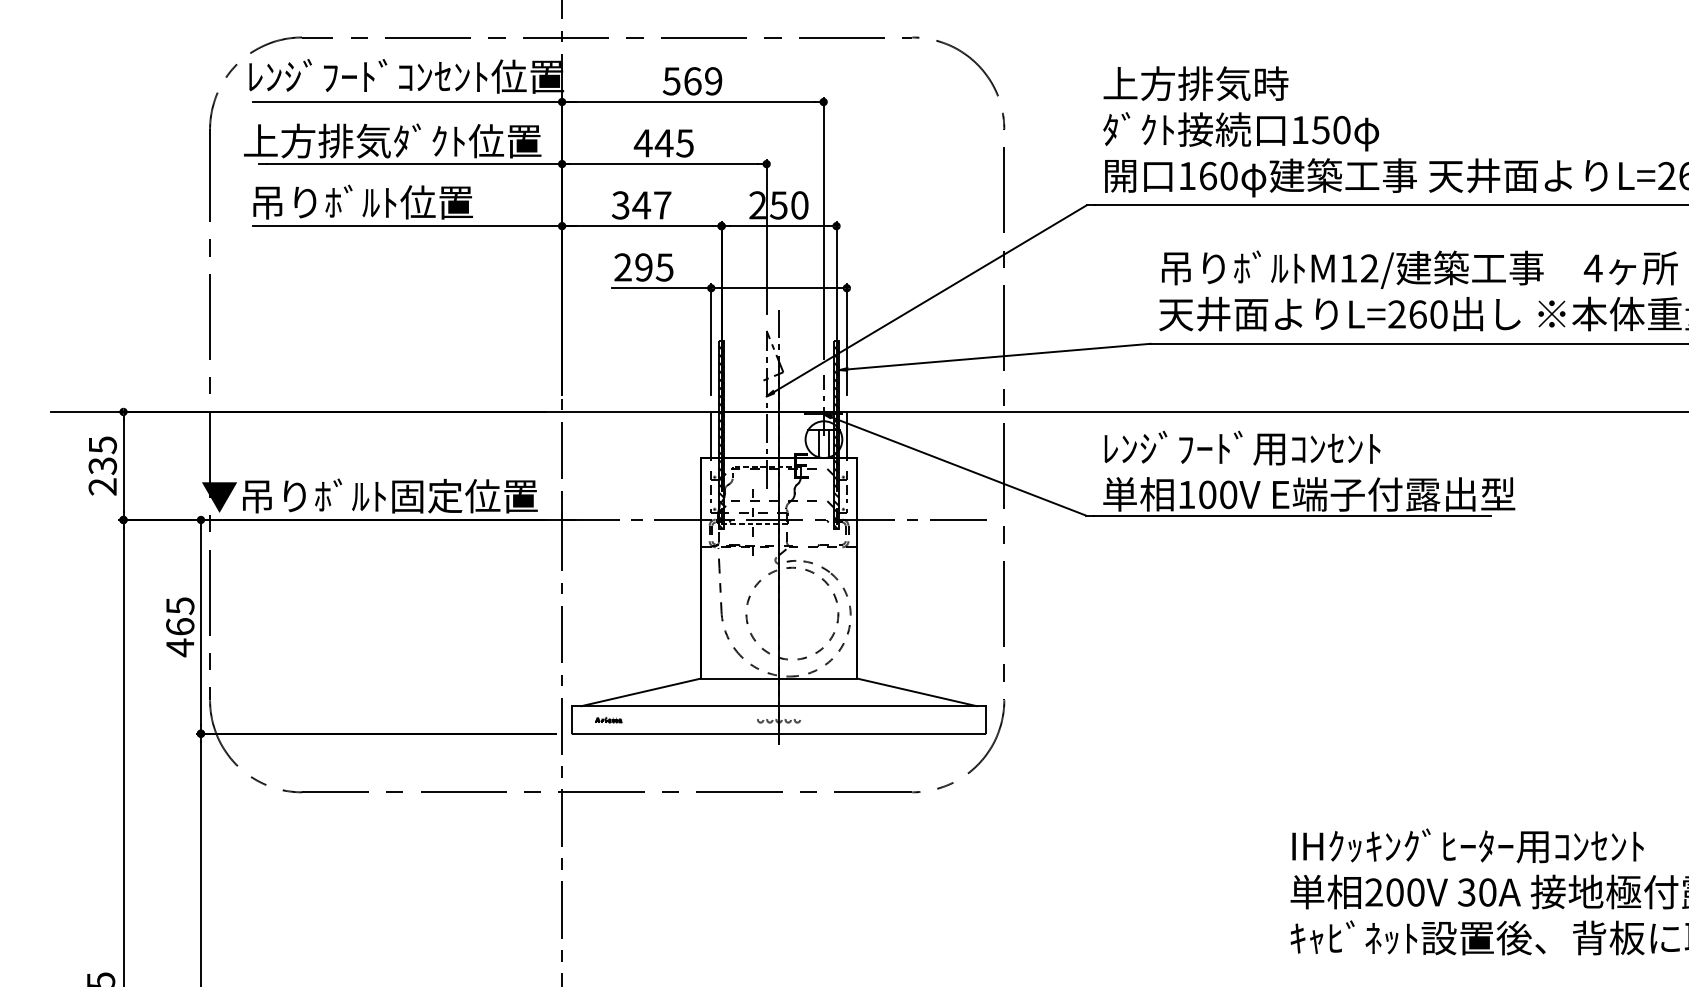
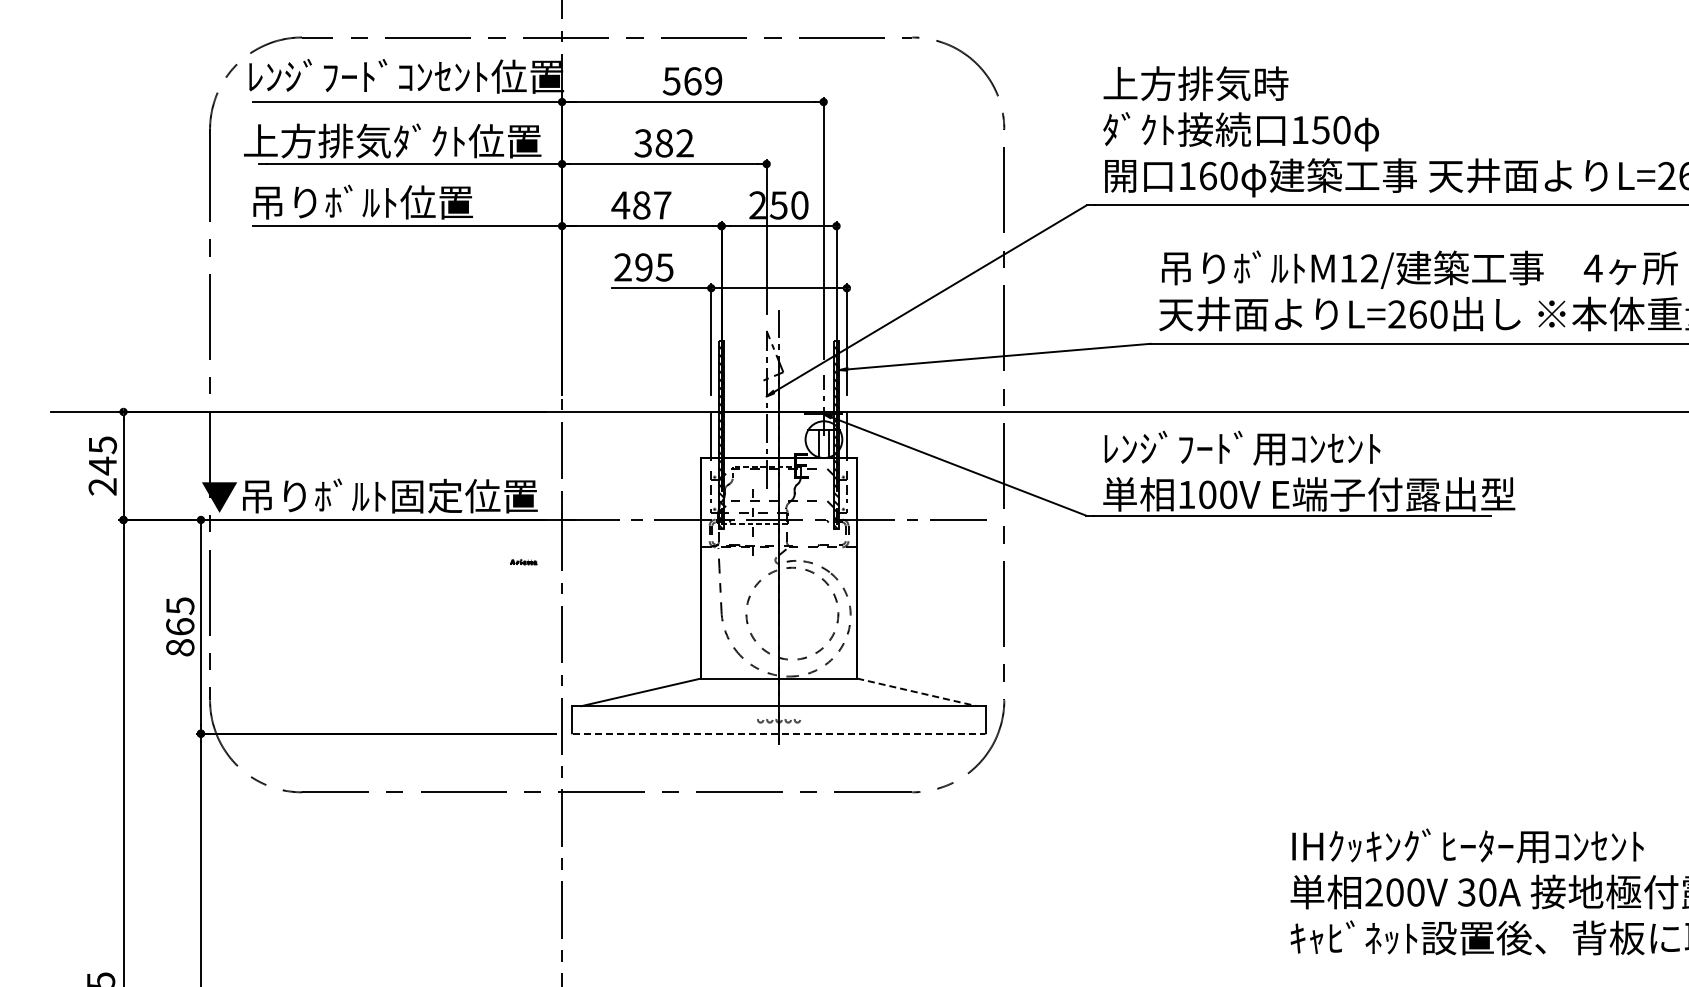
text at (663, 143): 445 -> 382
text at (631, 205): 347 -> 487
text at (102, 465): 235 -> 245
text at (180, 647): 465 -> 865
line at (917, 692): solid -> dashed
part at (608, 719) position: (608, 719) -> (523, 561)
line at (779, 733): solid -> dashed
